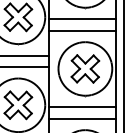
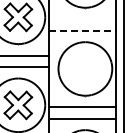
line at (81, 19): present -> none
line at (82, 30): solid -> dashed
part at (85, 68): present -> none
